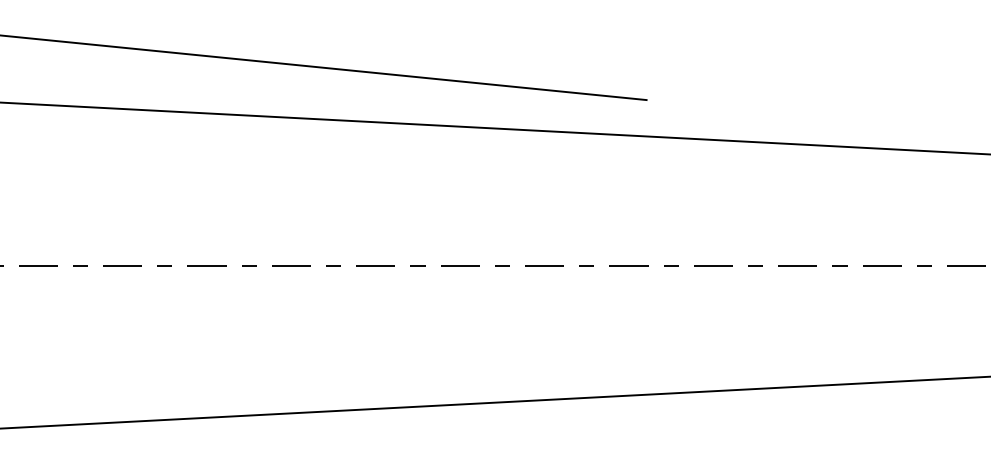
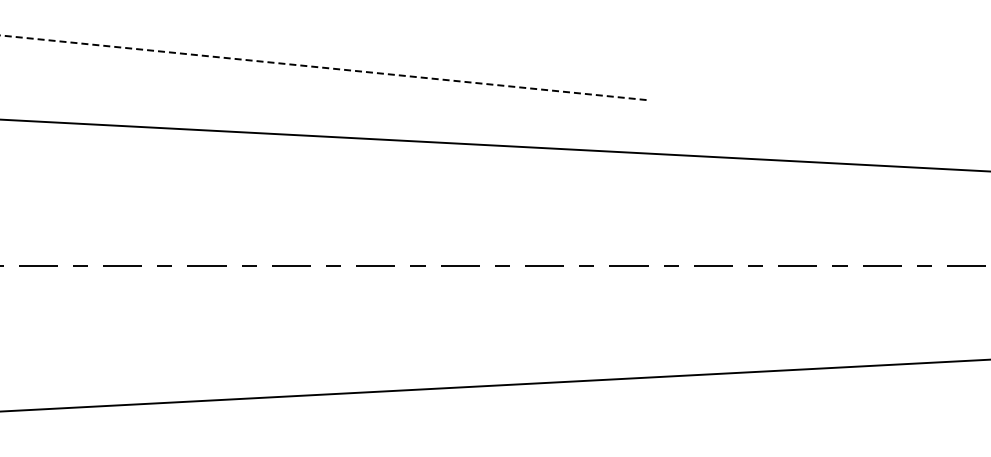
line at (323, 67): solid -> dashed
line at (494, 128) position: (494, 128) -> (494, 145)
line at (494, 402) position: (494, 402) -> (494, 385)
